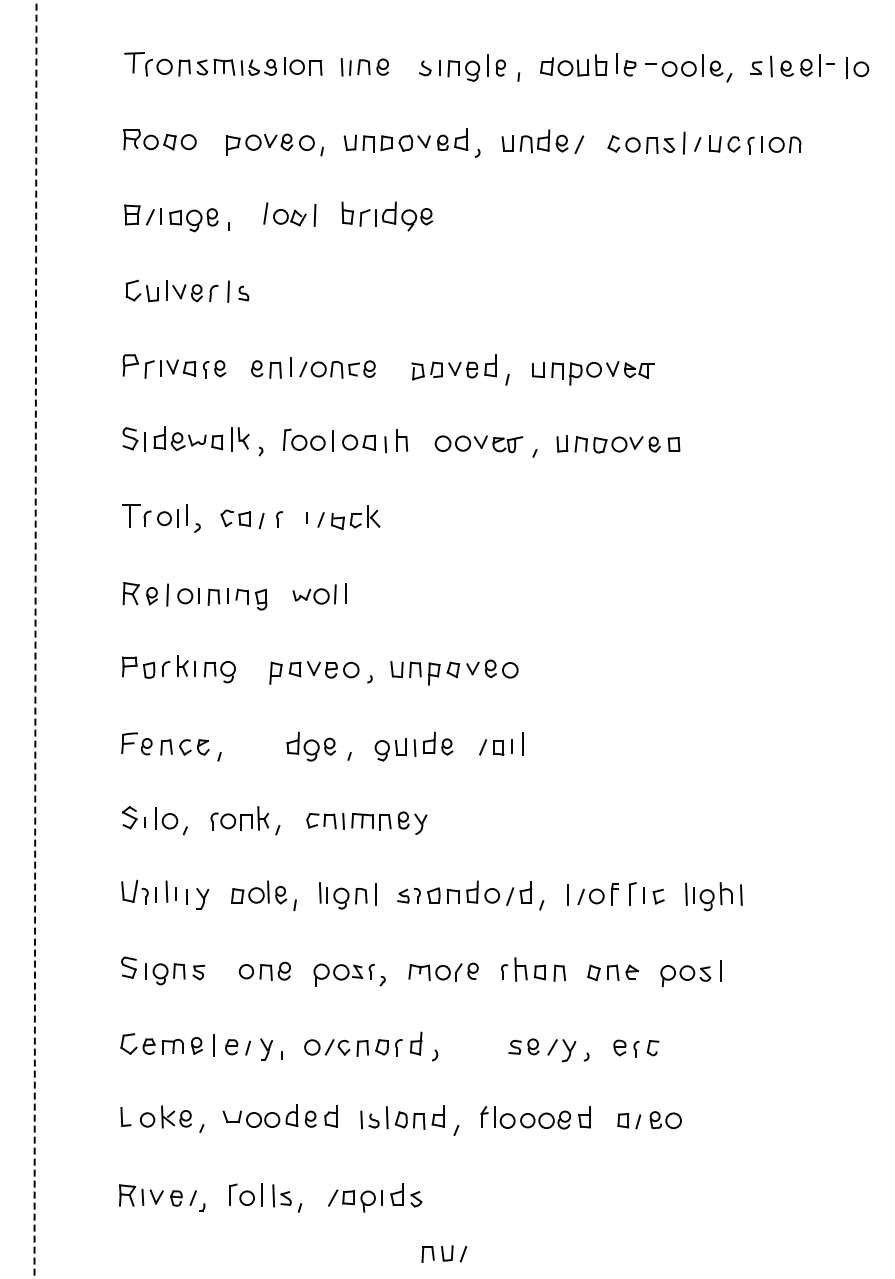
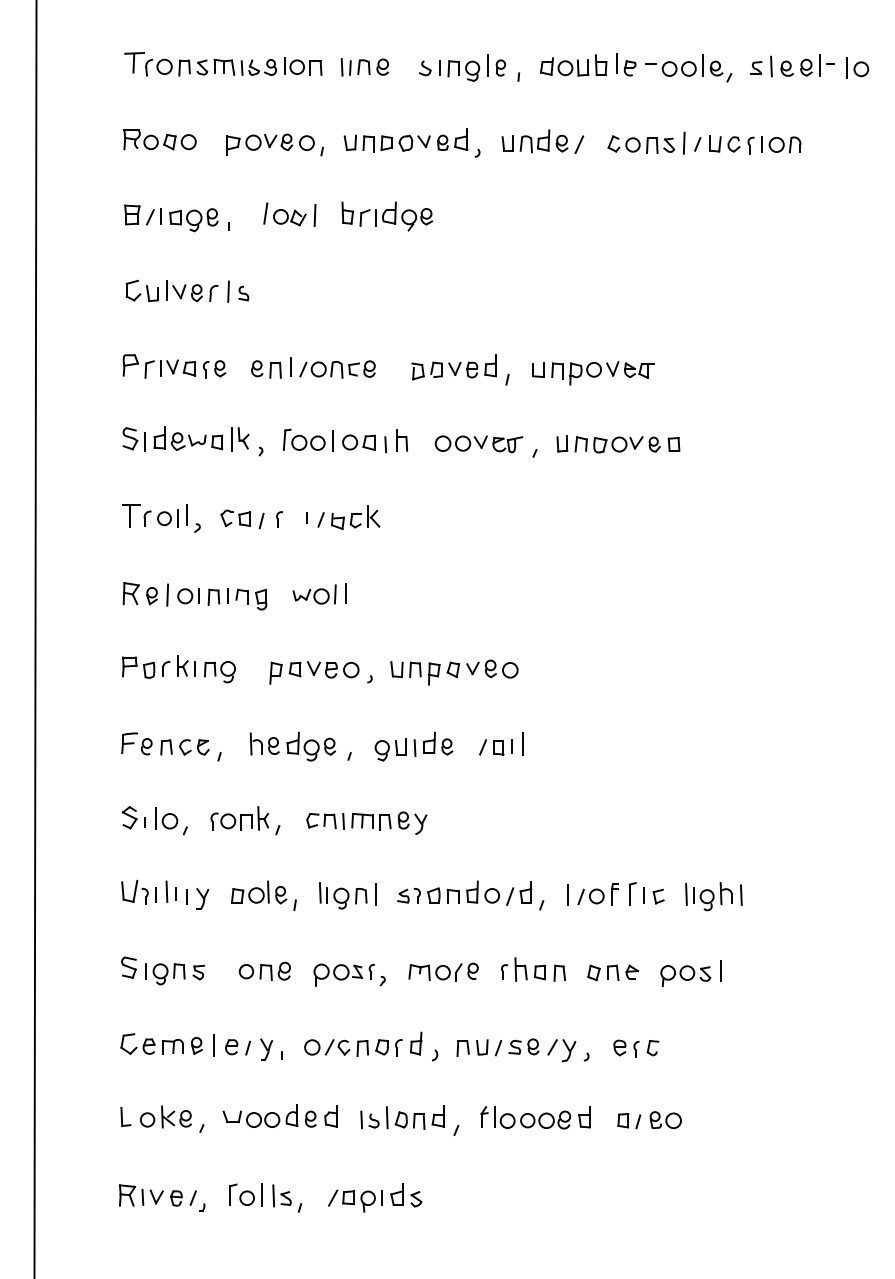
line at (35, 639): dashed -> solid
part at (264, 743): none -> present
part at (444, 1253) position: (444, 1253) -> (479, 1047)
